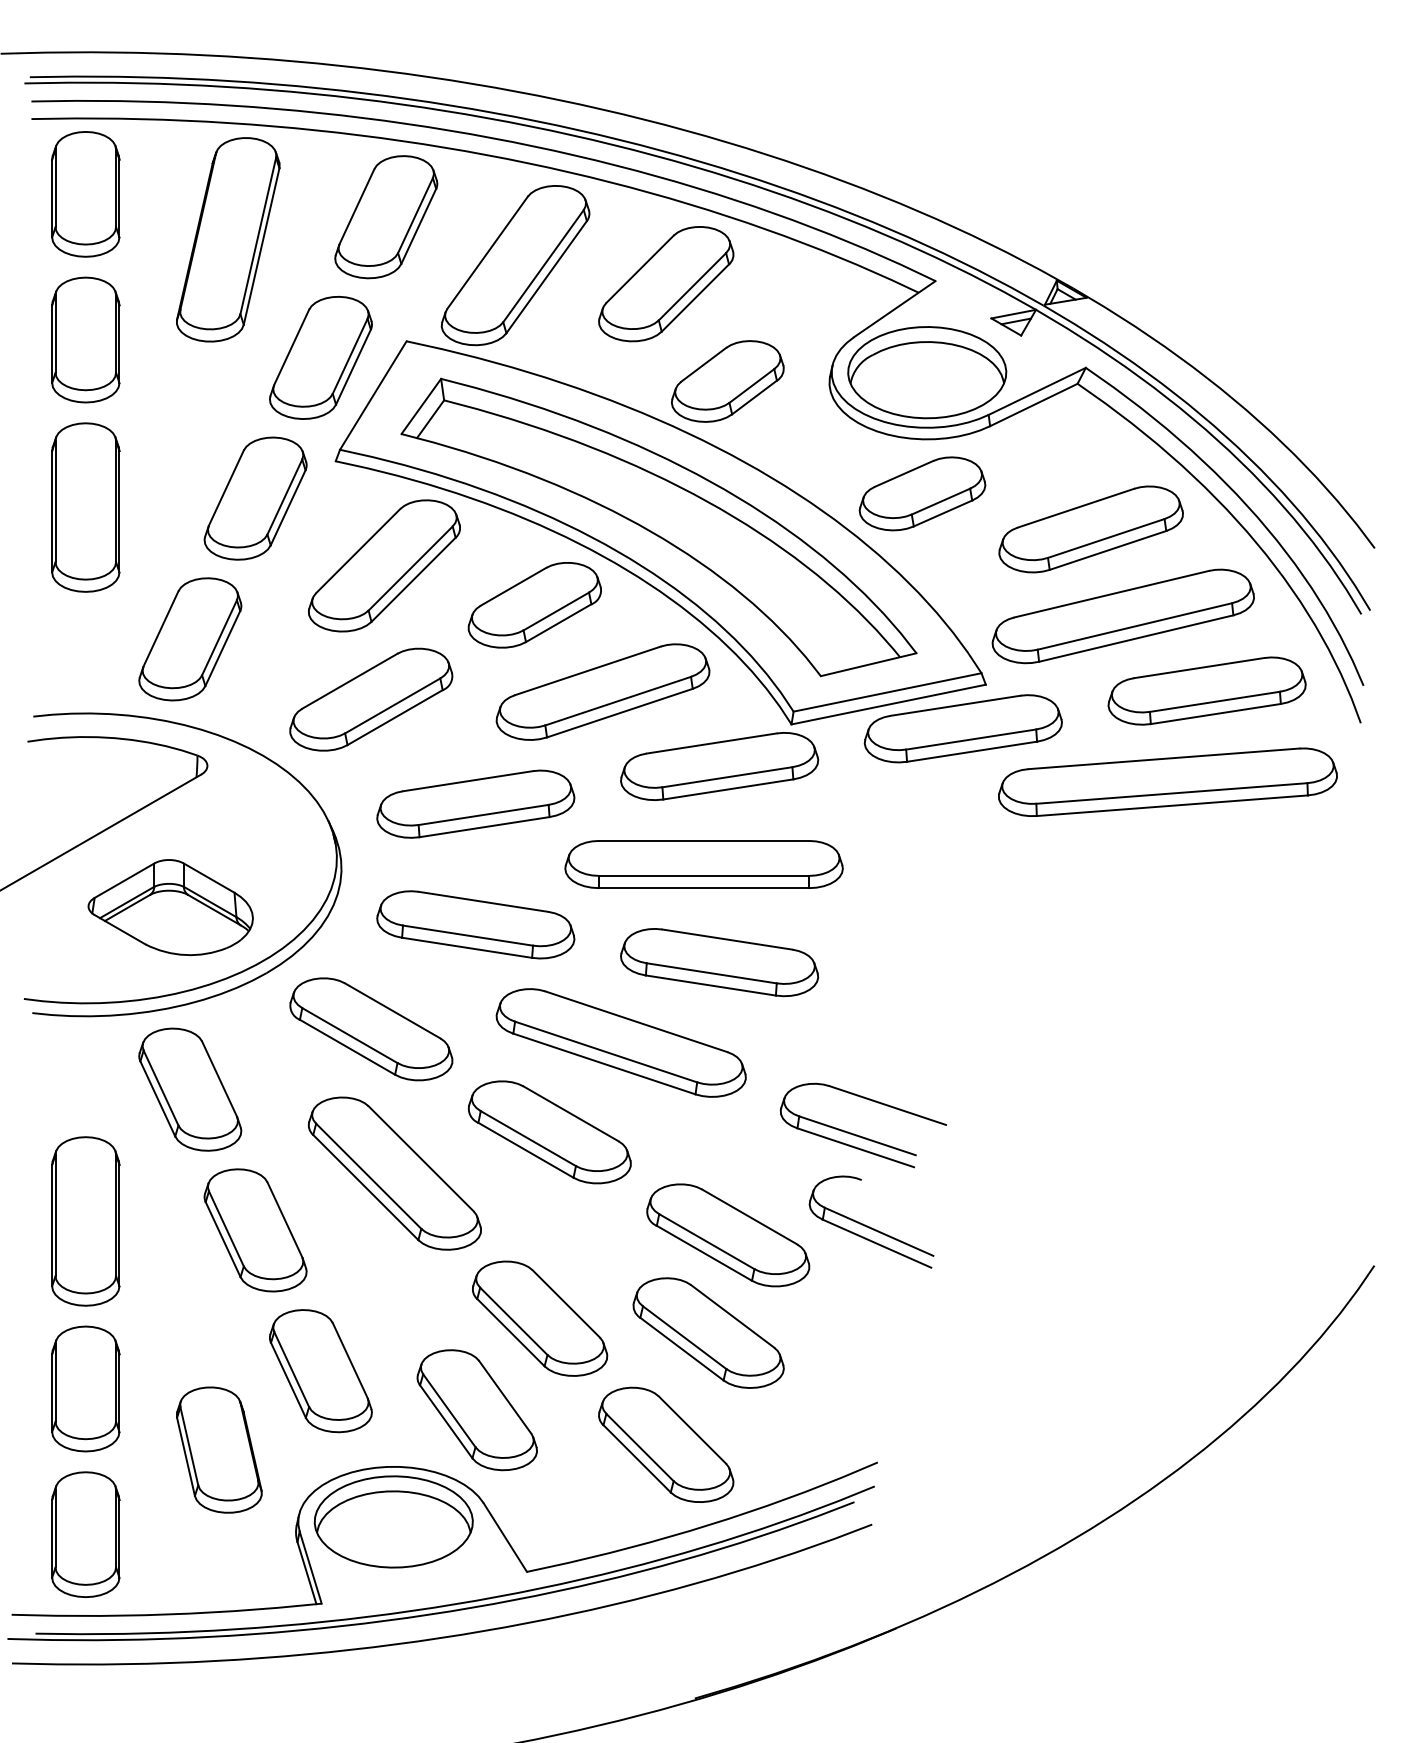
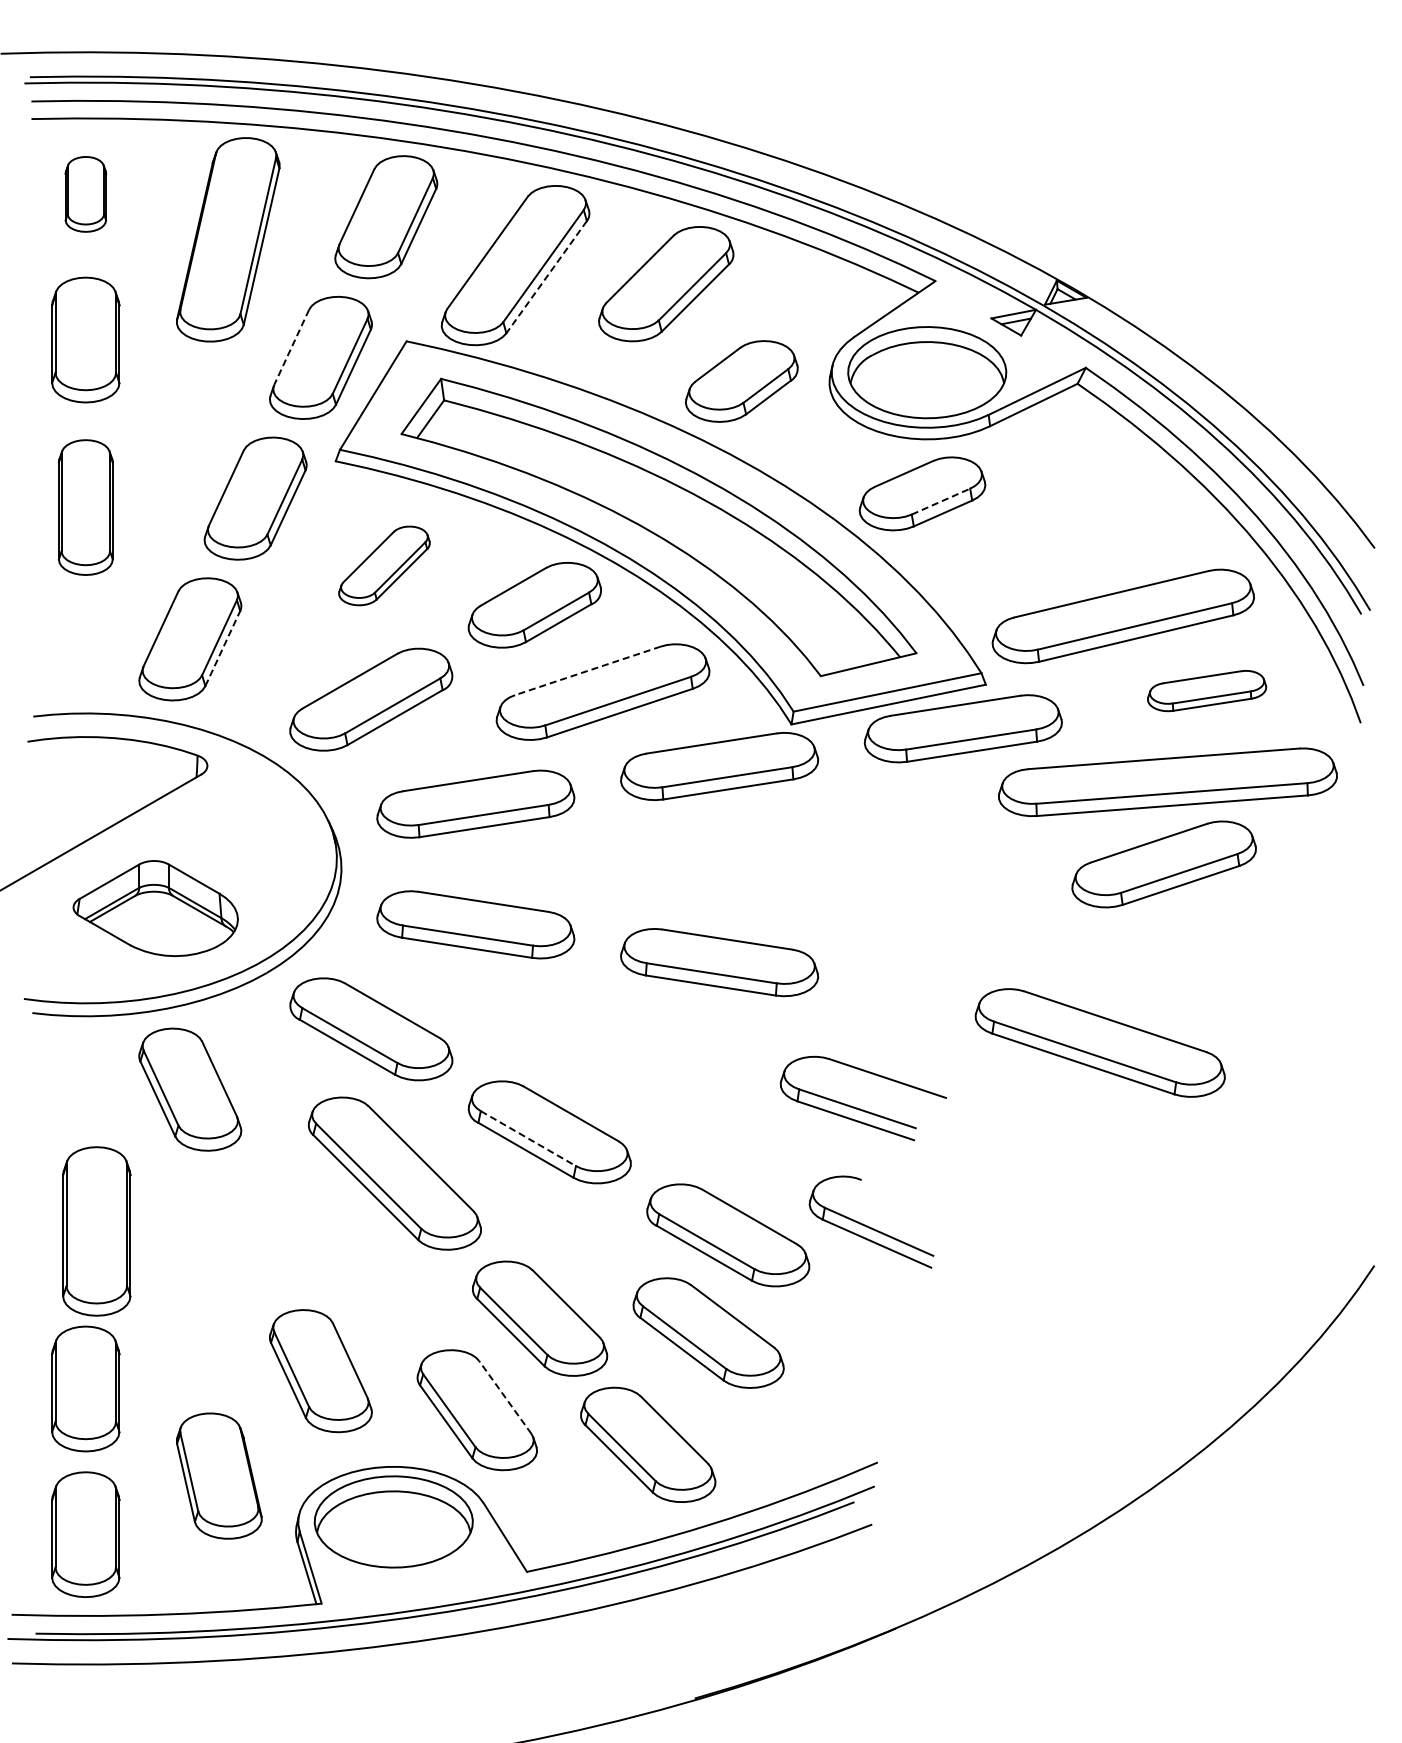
part at (85, 194) size: 70x127 px -> 44x77 px
line at (546, 277): solid -> dashed
line at (291, 347): solid -> dashed
part at (727, 381) position: (727, 381) -> (741, 381)
line at (940, 501): solid -> dashed
part at (85, 507) size: 70x171 px -> 57x137 px
part at (1090, 529) position: (1090, 529) -> (1163, 864)
part at (384, 565) size: 153x134 px -> 93x82 px
line at (223, 648): solid -> dashed
line at (587, 670): solid -> dashed
part at (1206, 690) size: 200x70 px -> 121x43 px
part at (703, 864): present -> none
part at (170, 907) position: (170, 907) -> (155, 908)
part at (620, 1042) position: (620, 1042) -> (1099, 1042)
part at (860, 1135) position: (860, 1135) -> (860, 1108)
line at (528, 1138): solid -> dashed
part at (85, 1221) position: (85, 1221) -> (96, 1231)
part at (255, 1230): present -> none
line at (505, 1397): solid -> dashed
part at (666, 1444) position: (666, 1444) -> (648, 1444)
part at (219, 1449) position: (219, 1449) -> (219, 1475)
